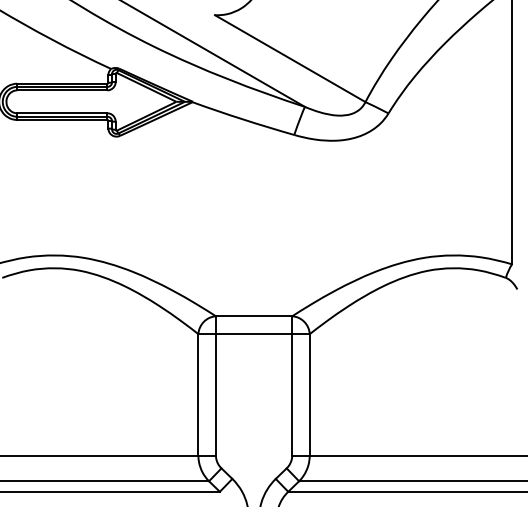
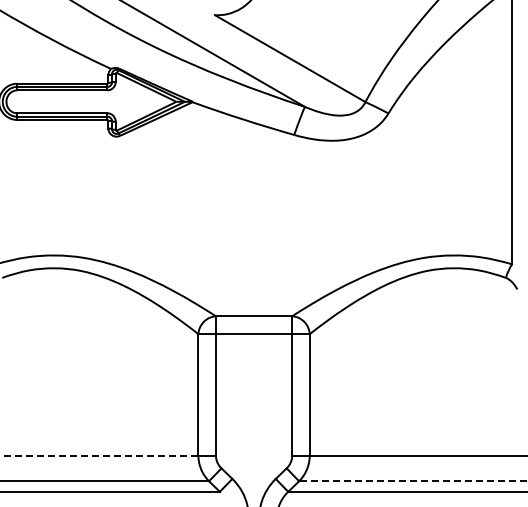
line at (99, 455): solid -> dashed
line at (412, 481): solid -> dashed
